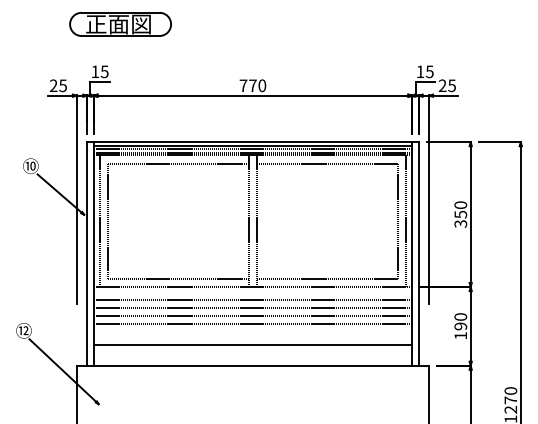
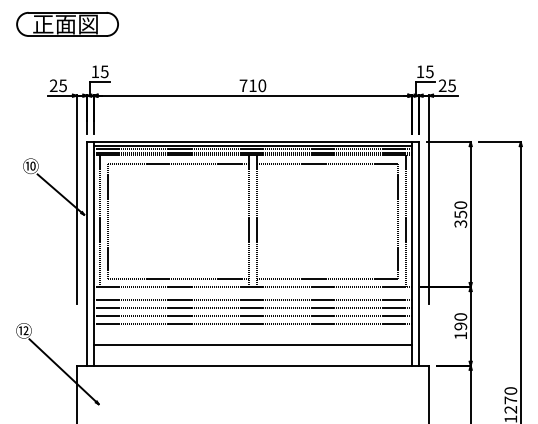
part at (120, 24) position: (120, 24) -> (67, 24)
text at (252, 85): 770 -> 710
